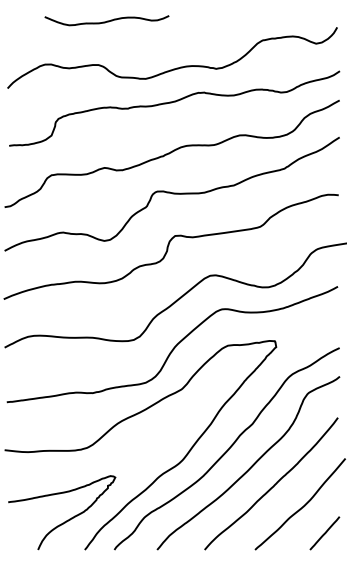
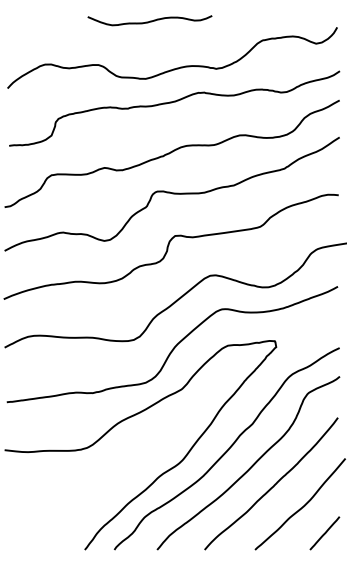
curve at (107, 20) position: (107, 20) -> (150, 20)
curve at (67, 519): present -> none
